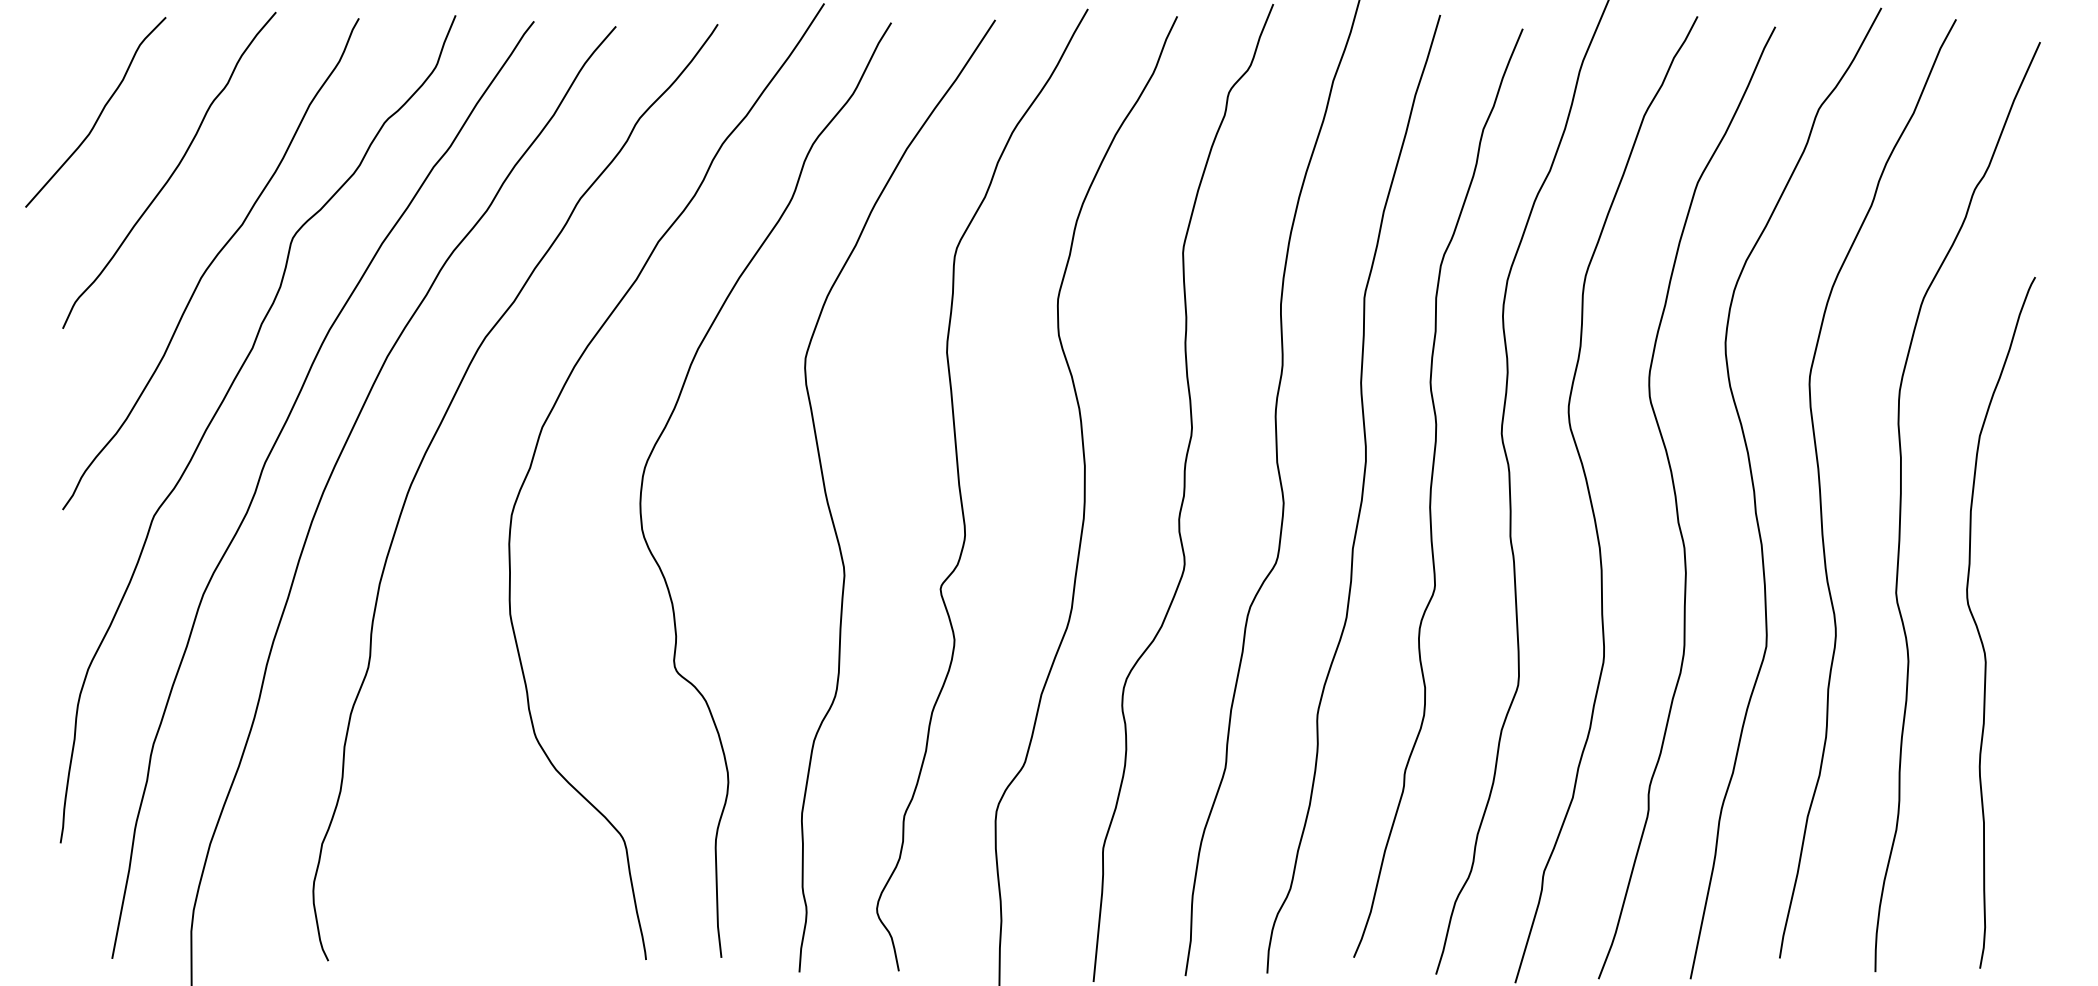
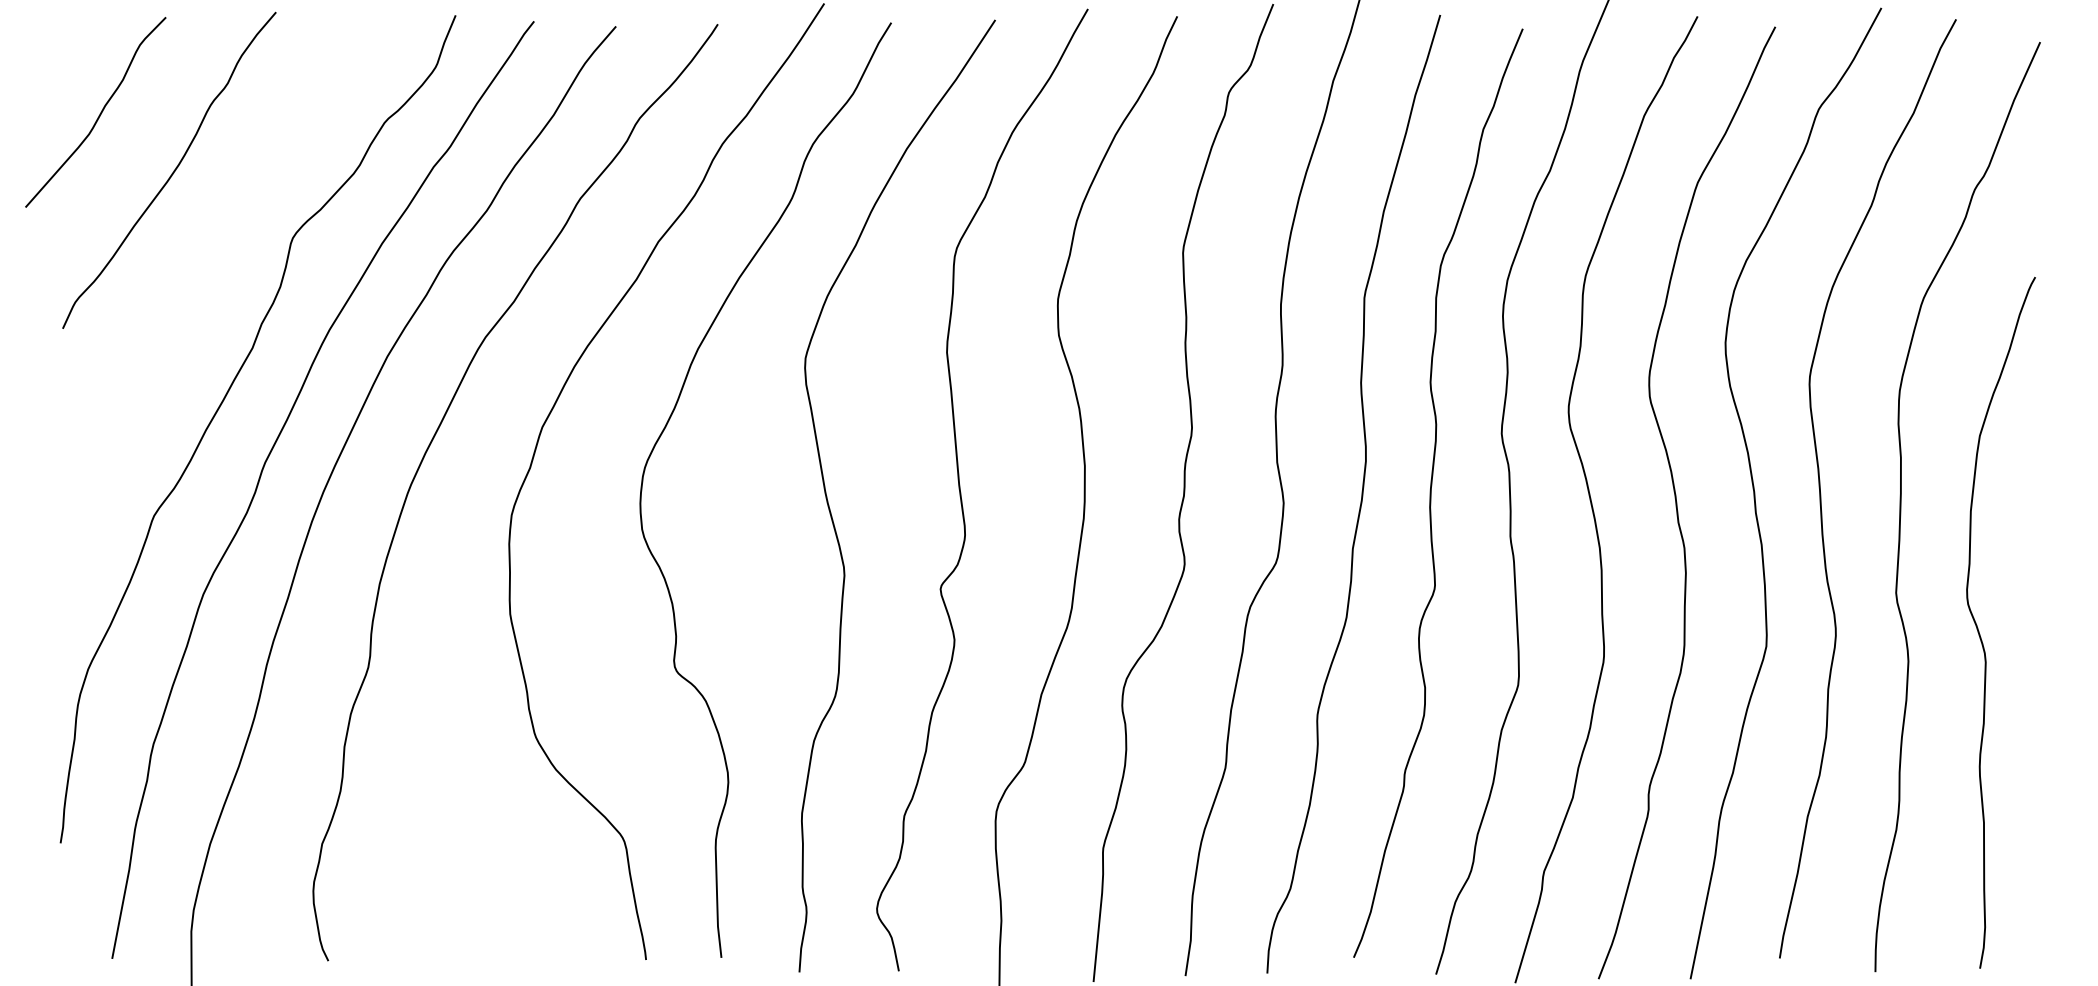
curve at (210, 264): present -> none
